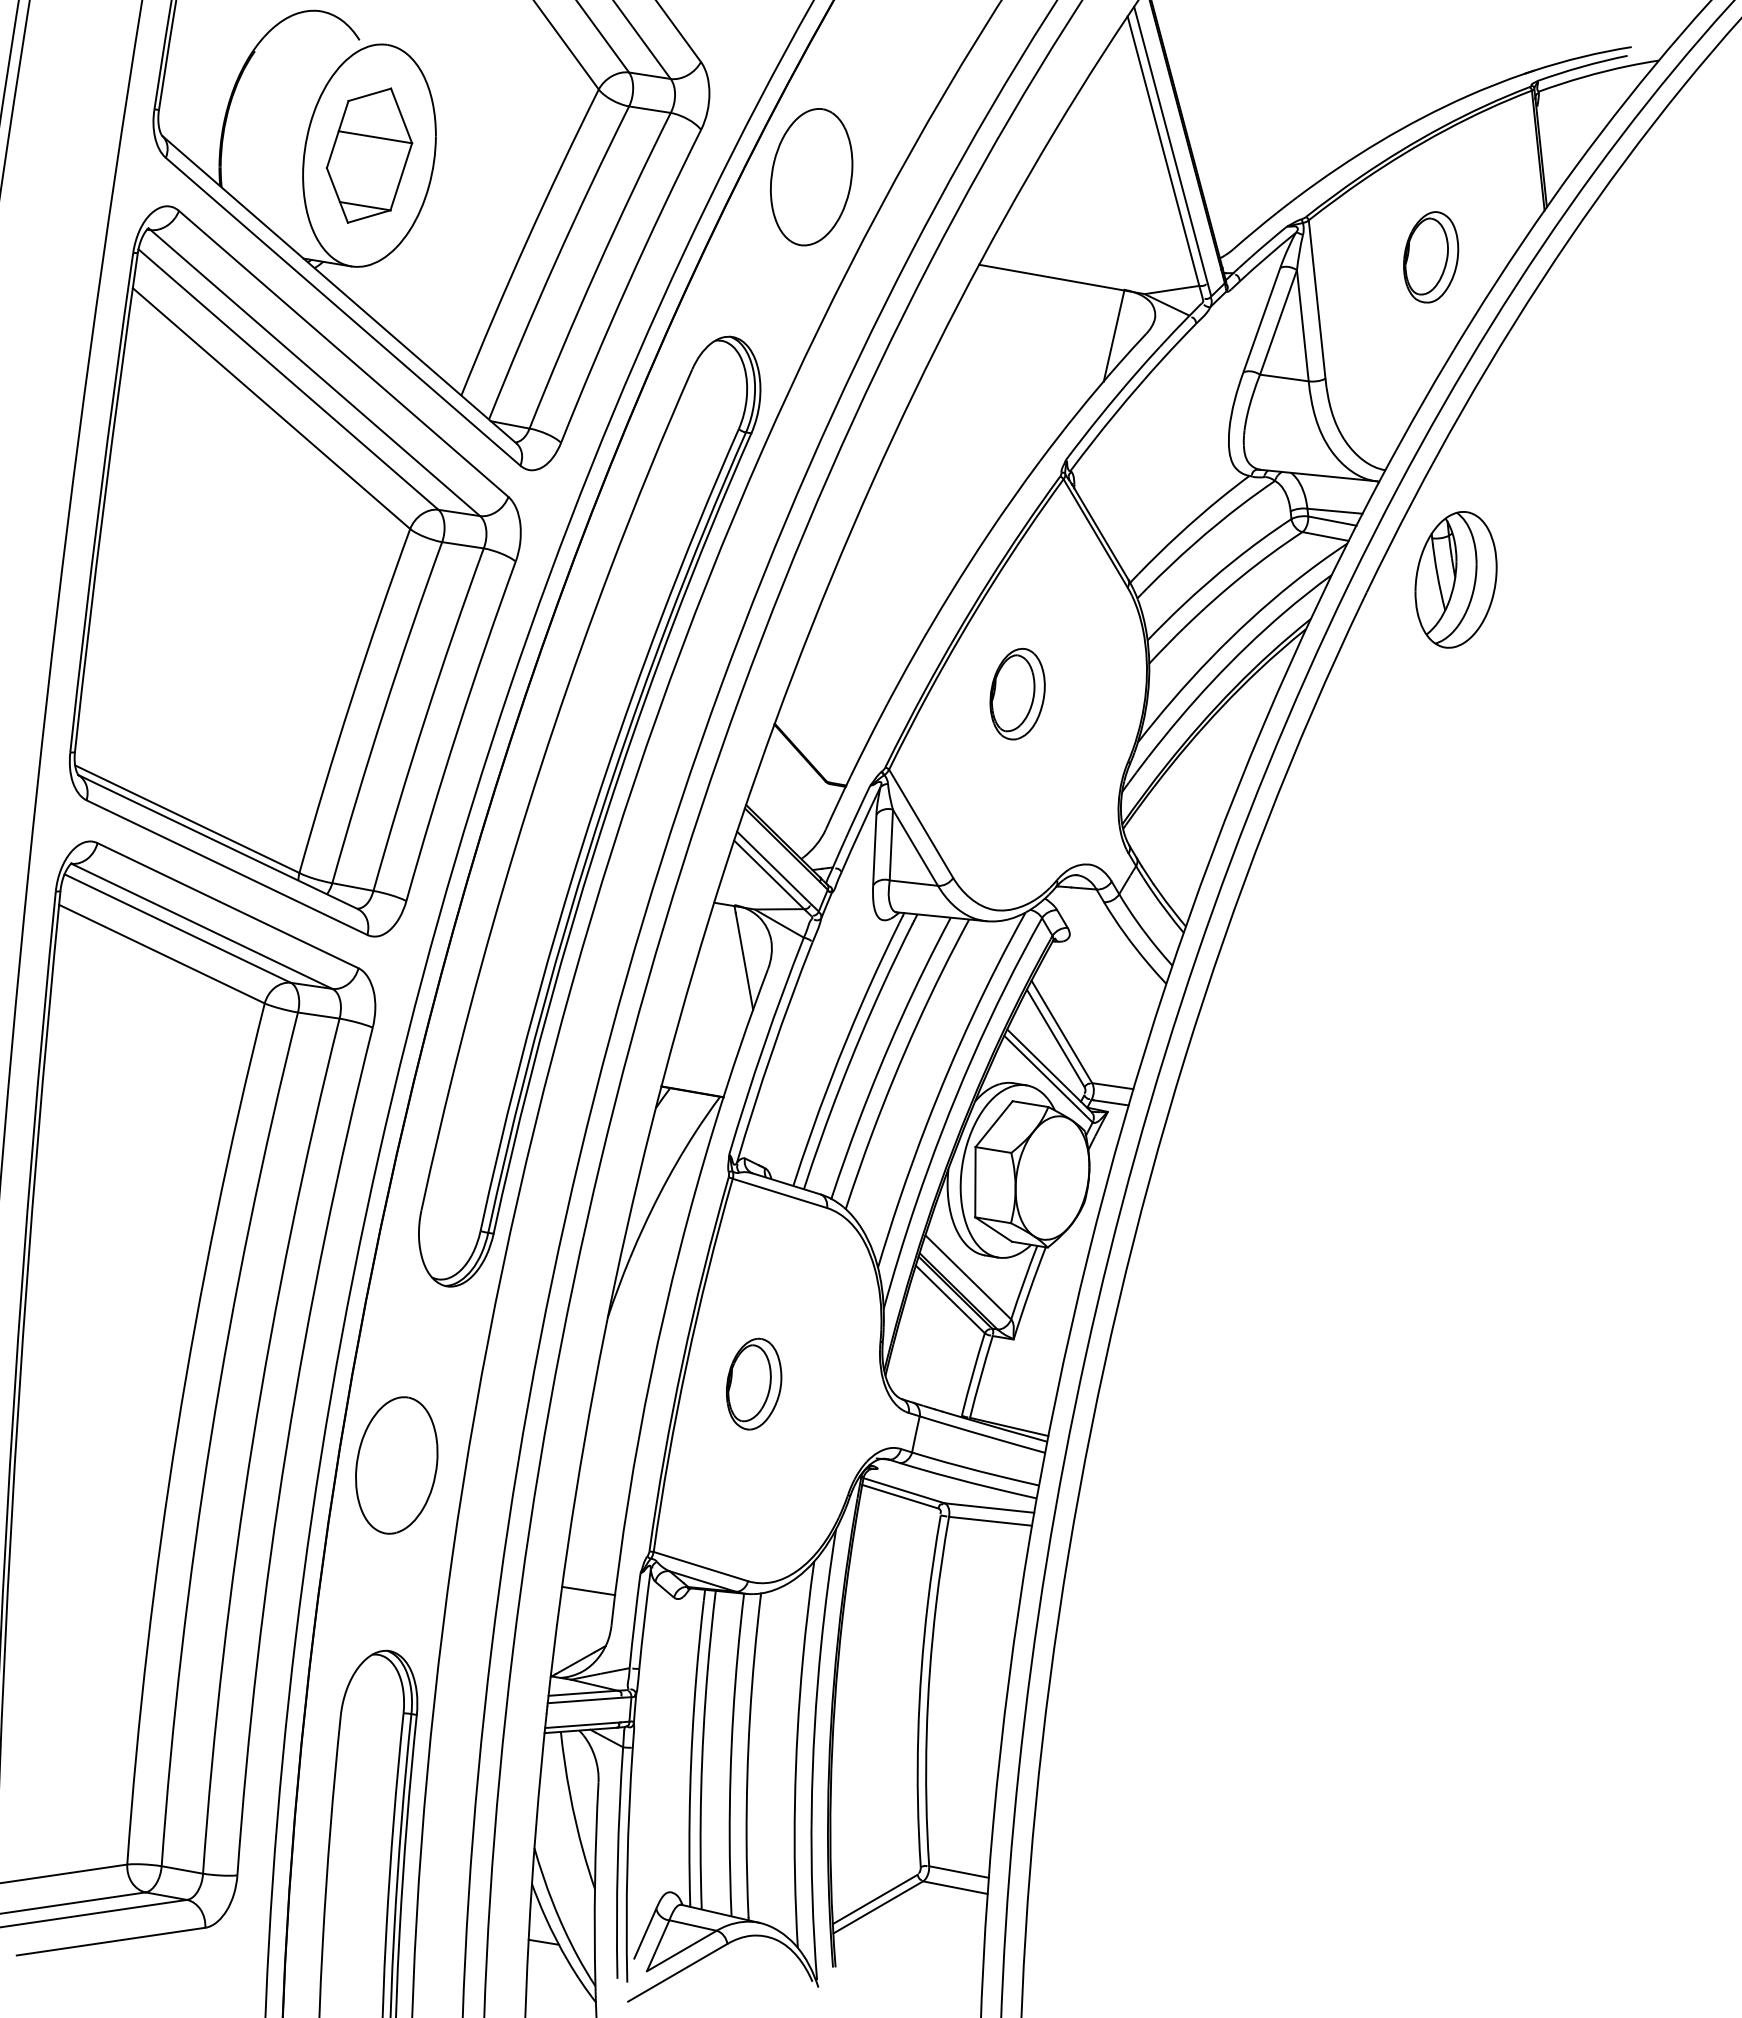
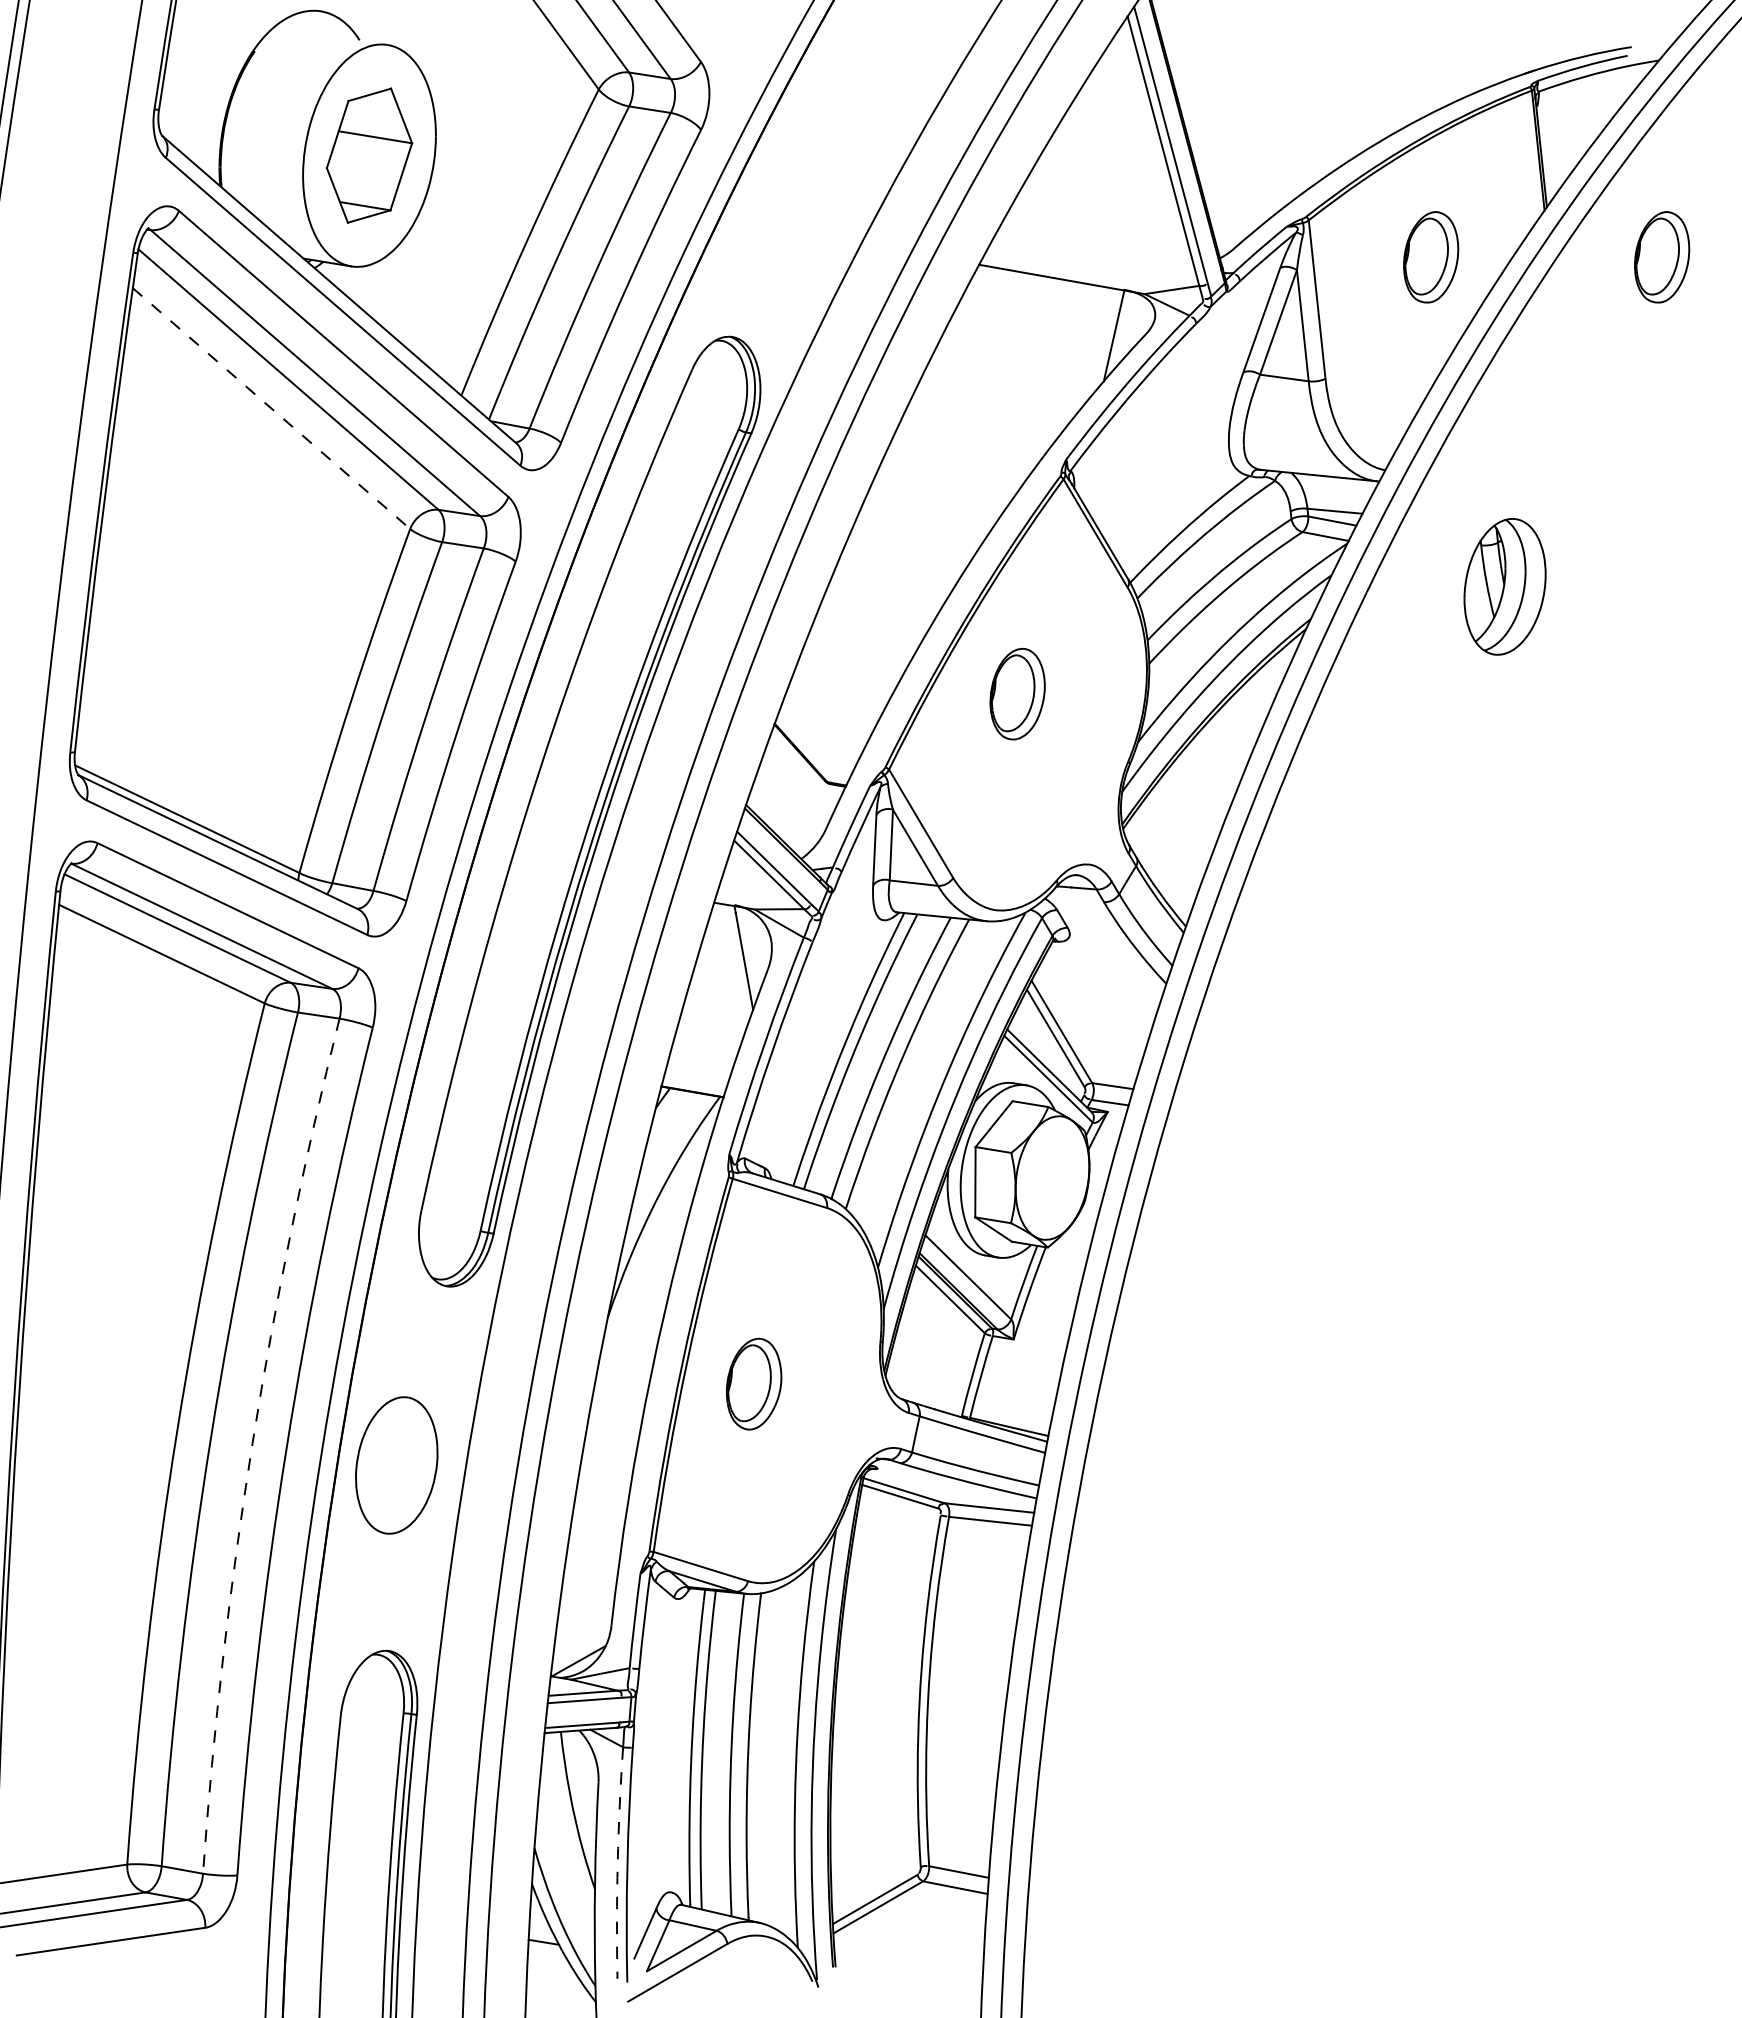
part at (811, 177): present -> none
part at (1662, 257): none -> present
line at (271, 408): solid -> dashed
part at (1455, 579) position: (1455, 579) -> (1504, 586)
arc at (252, 1443): solid -> dashed
line at (588, 1590): present -> none
arc at (617, 1863): solid -> dashed
